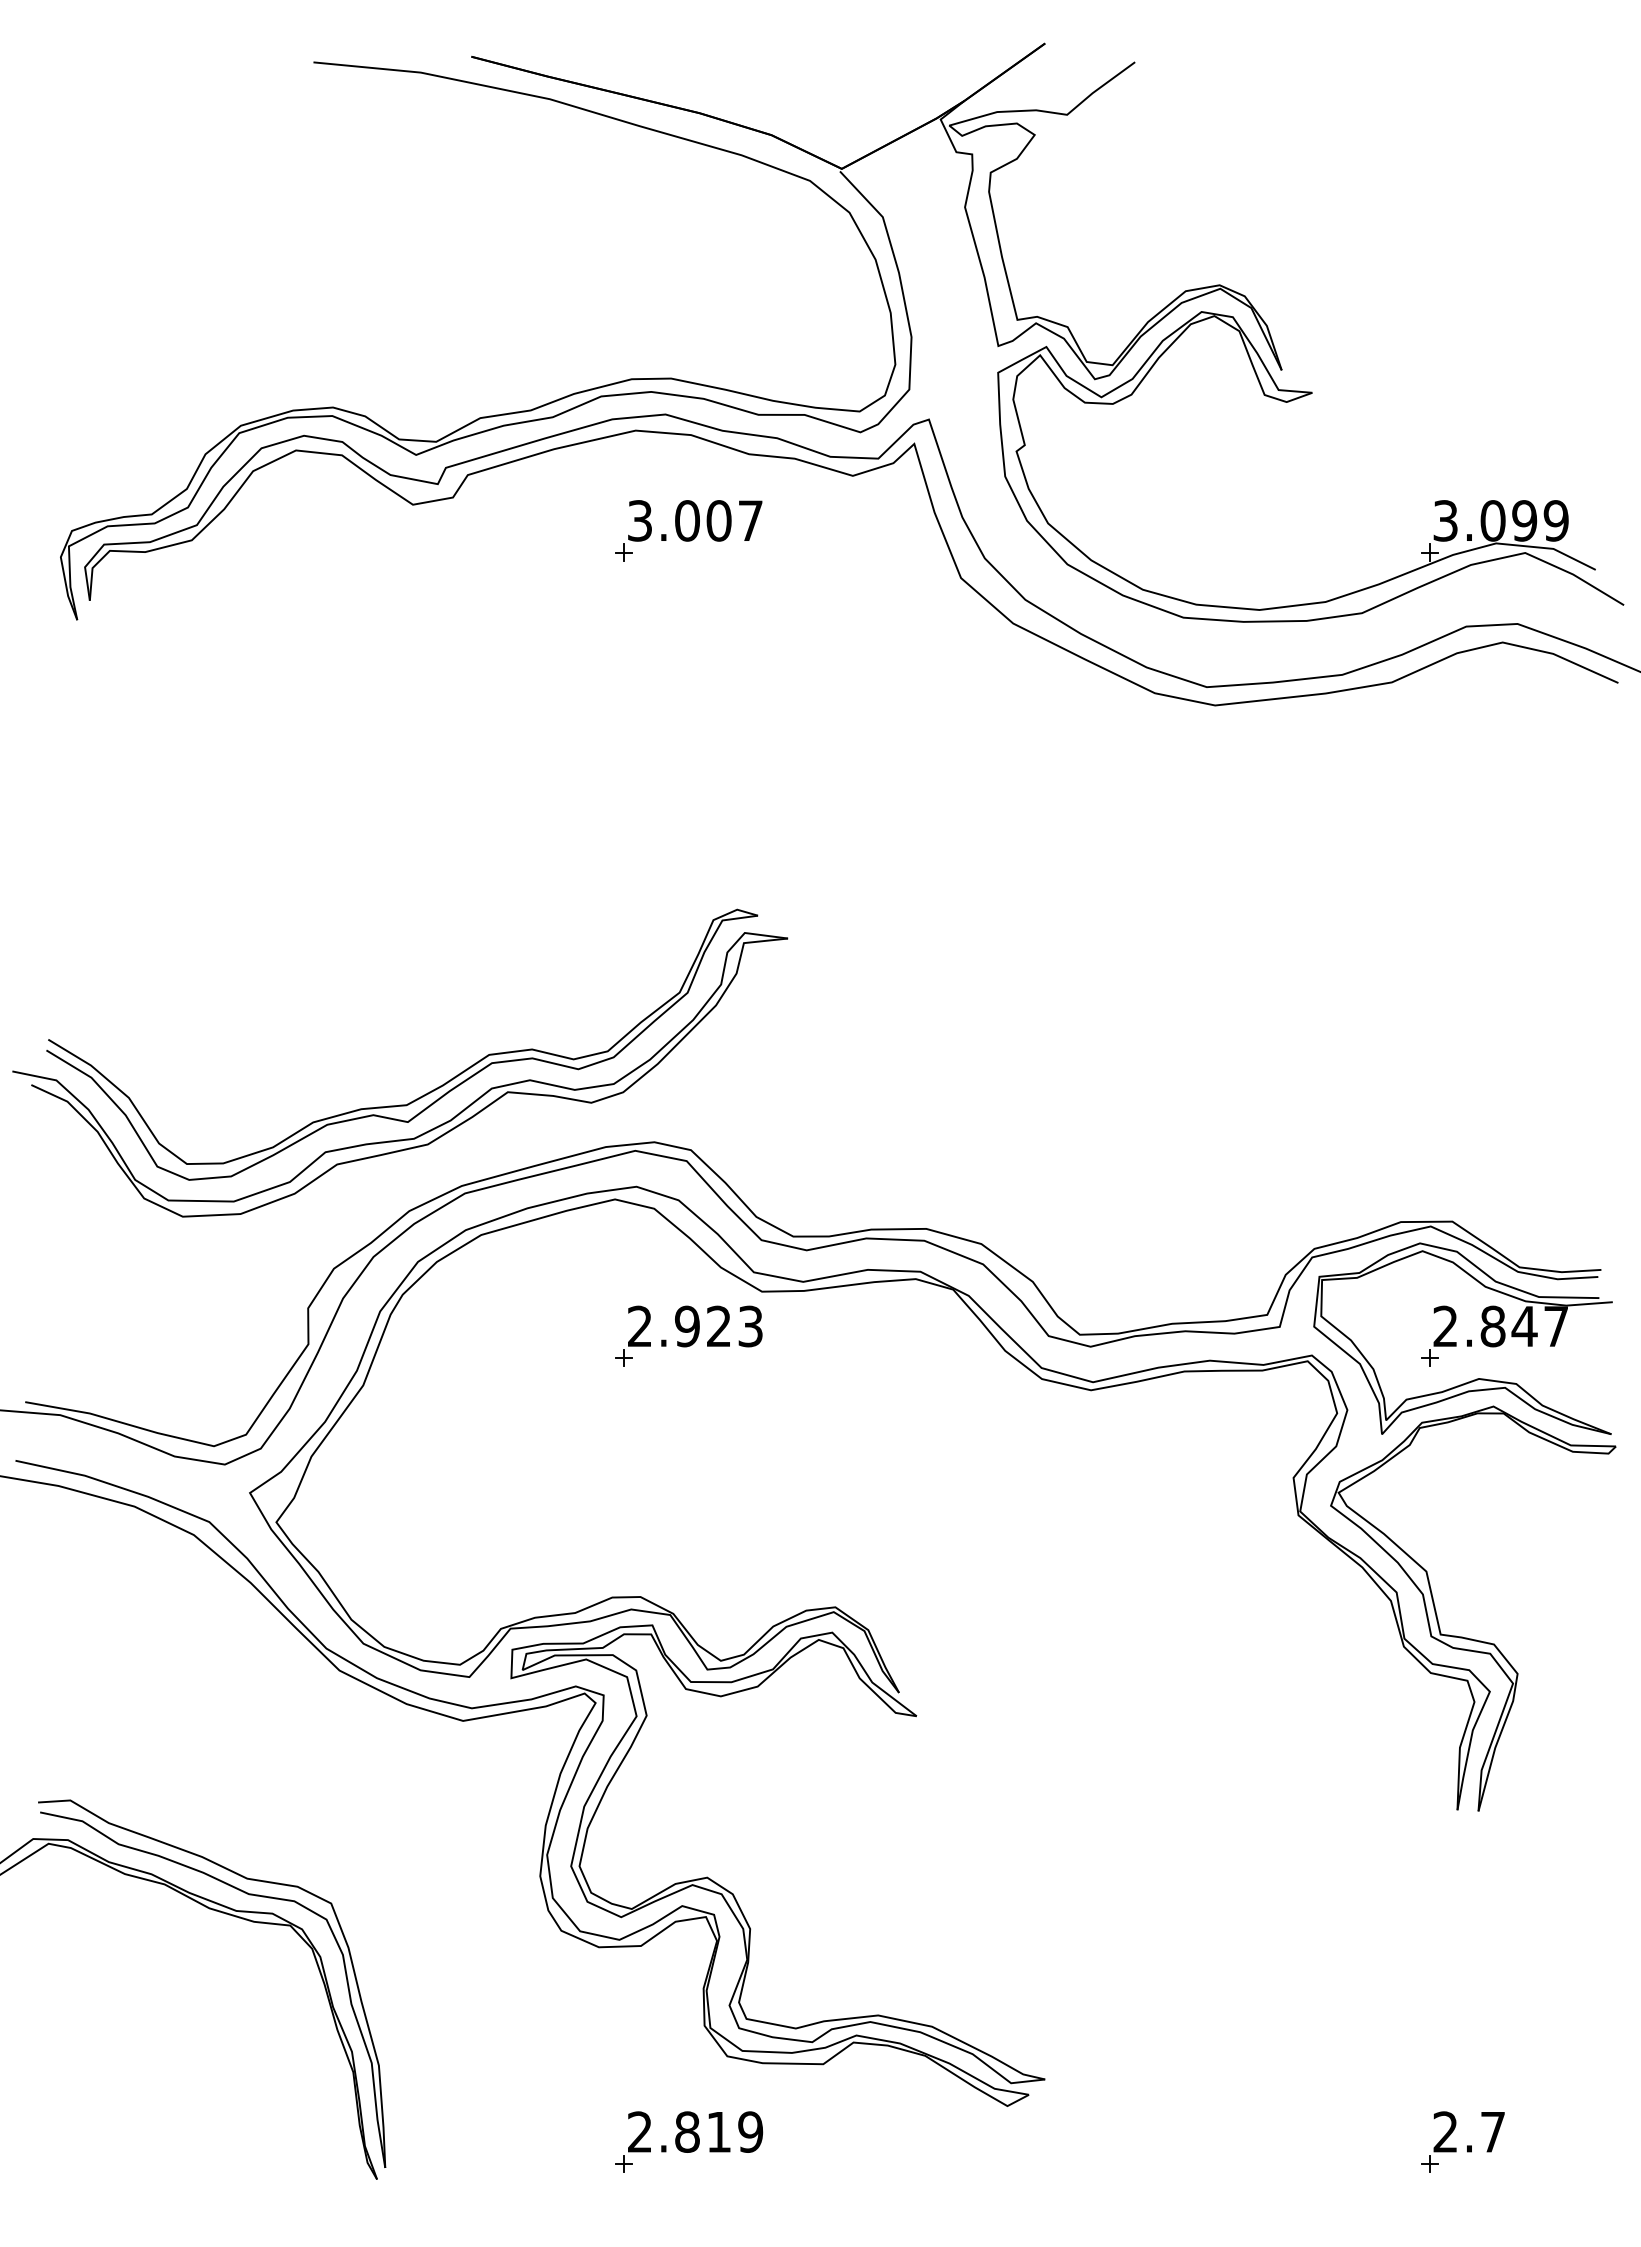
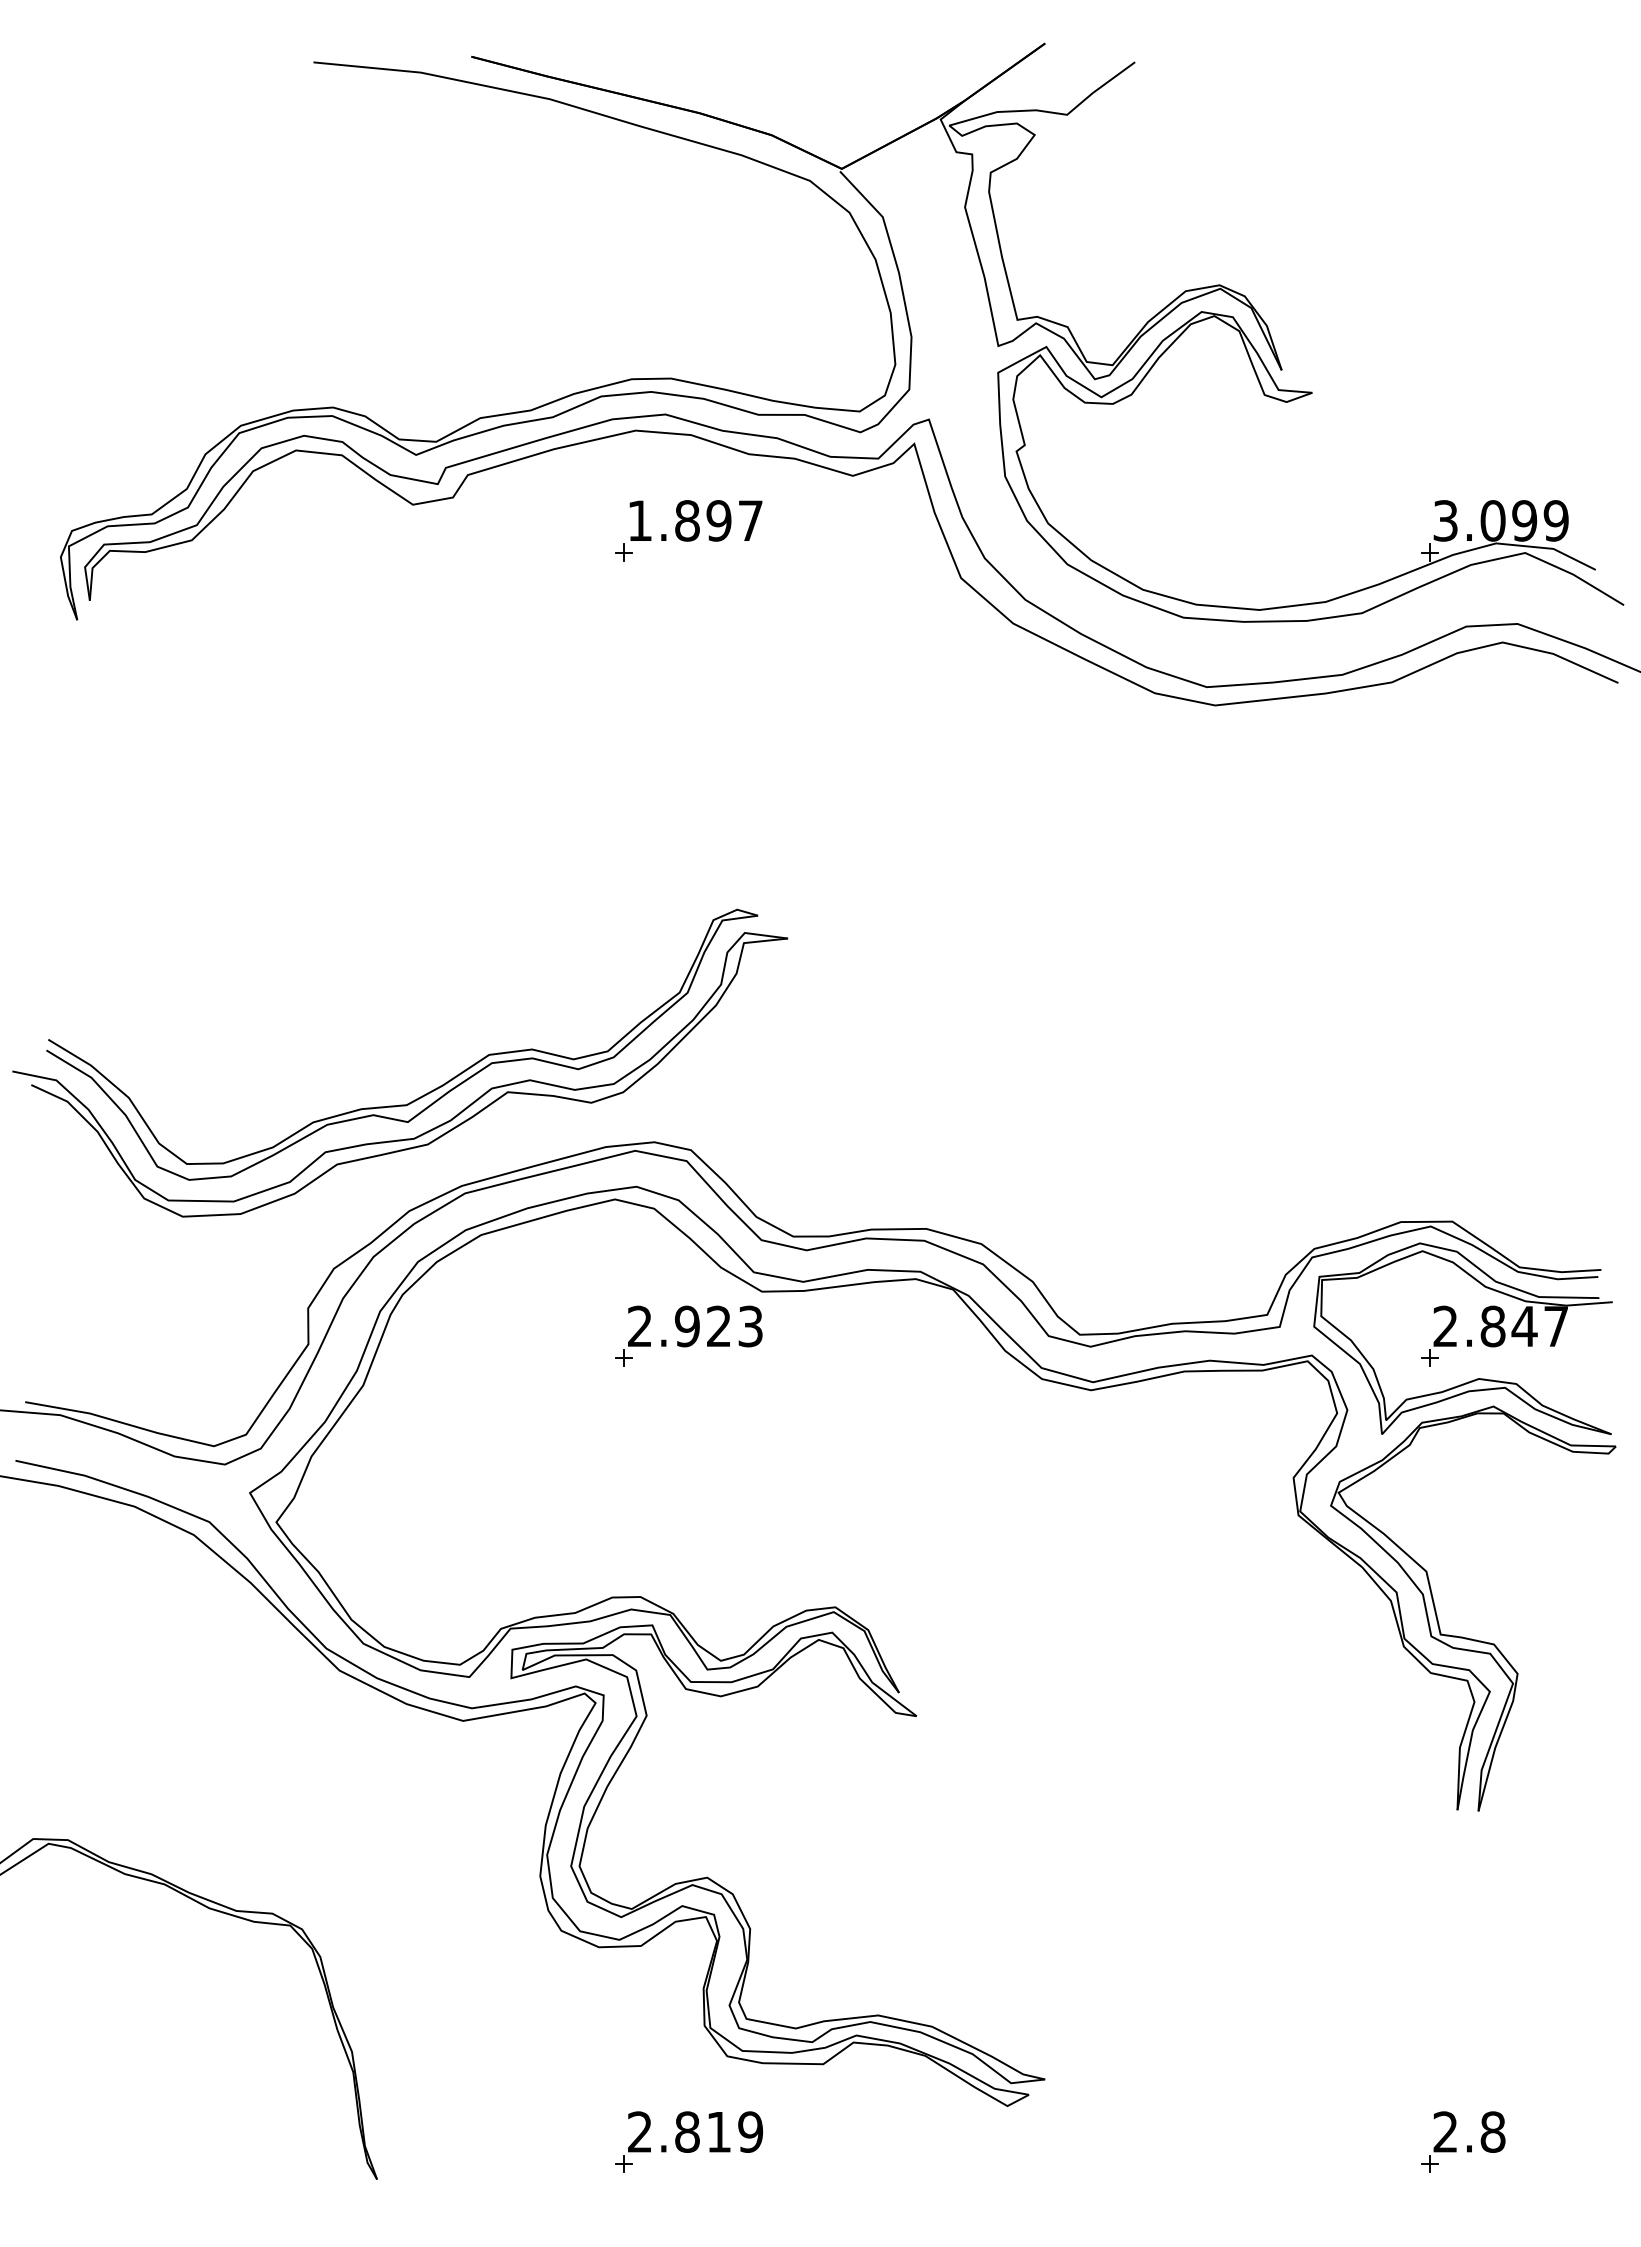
text at (679, 520): 3.007 -> 1.897
part at (249, 1895): present -> none
text at (1492, 2131): 2.7 -> 2.8
